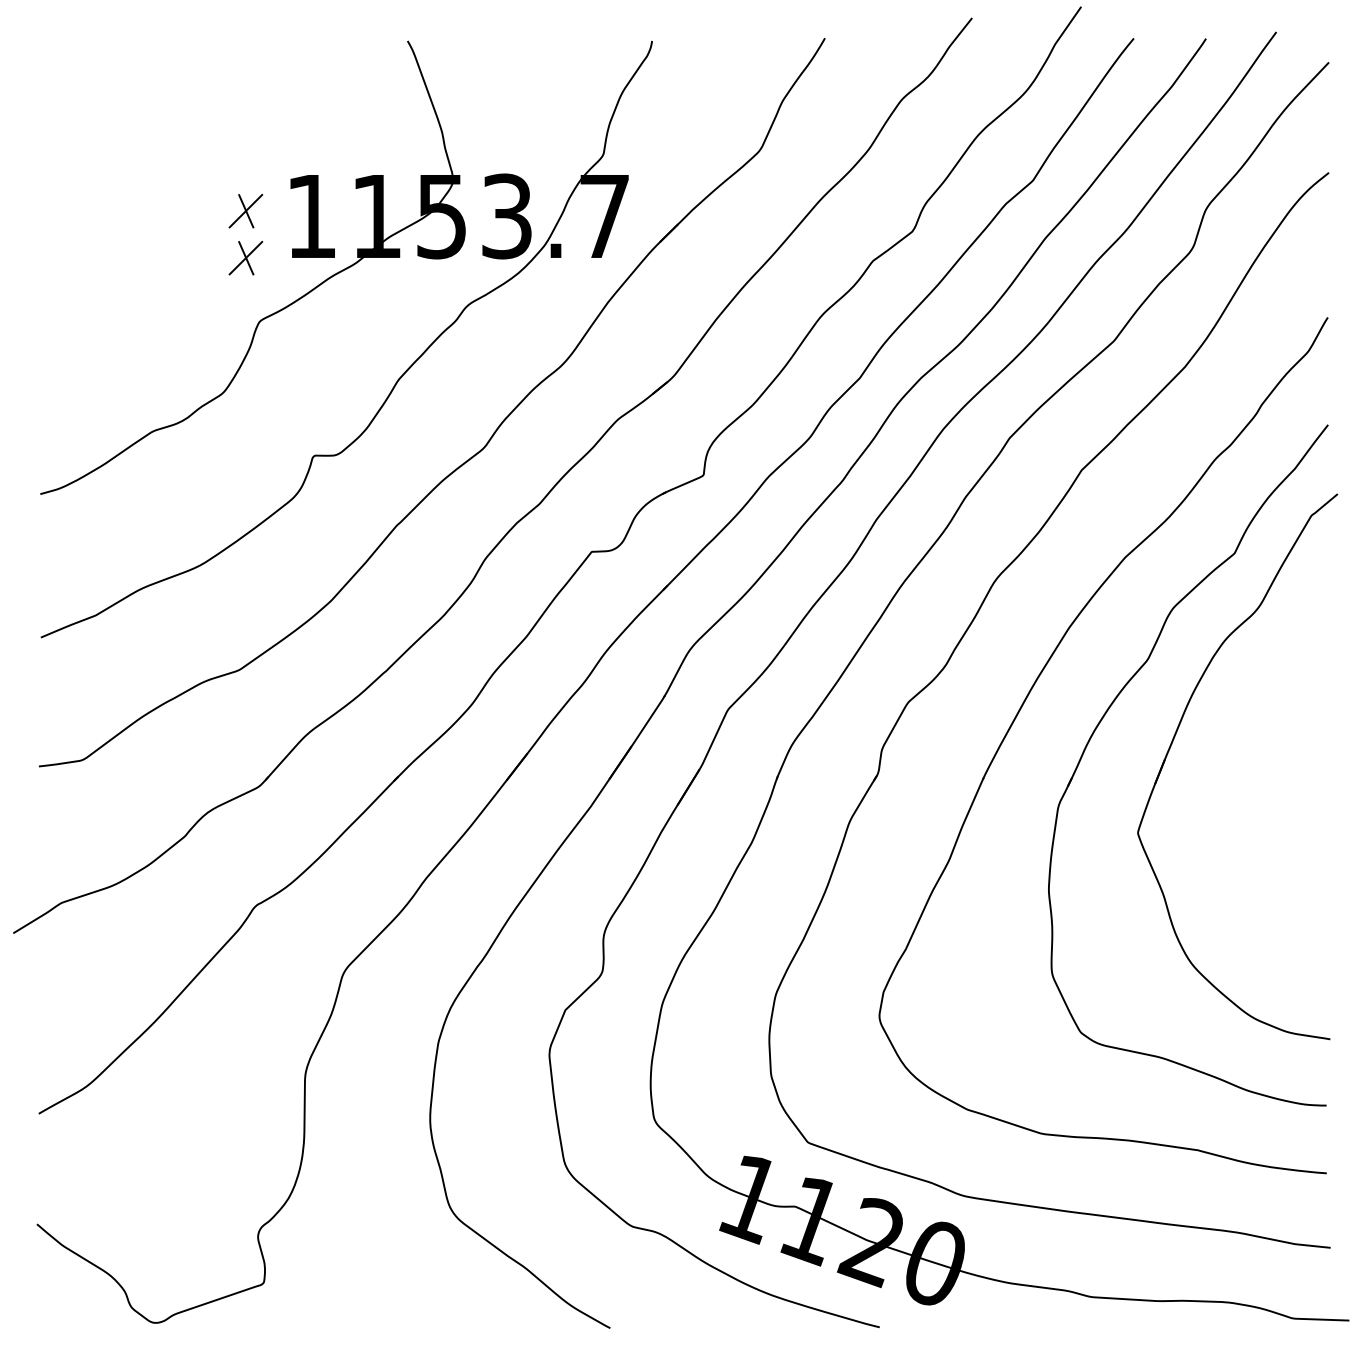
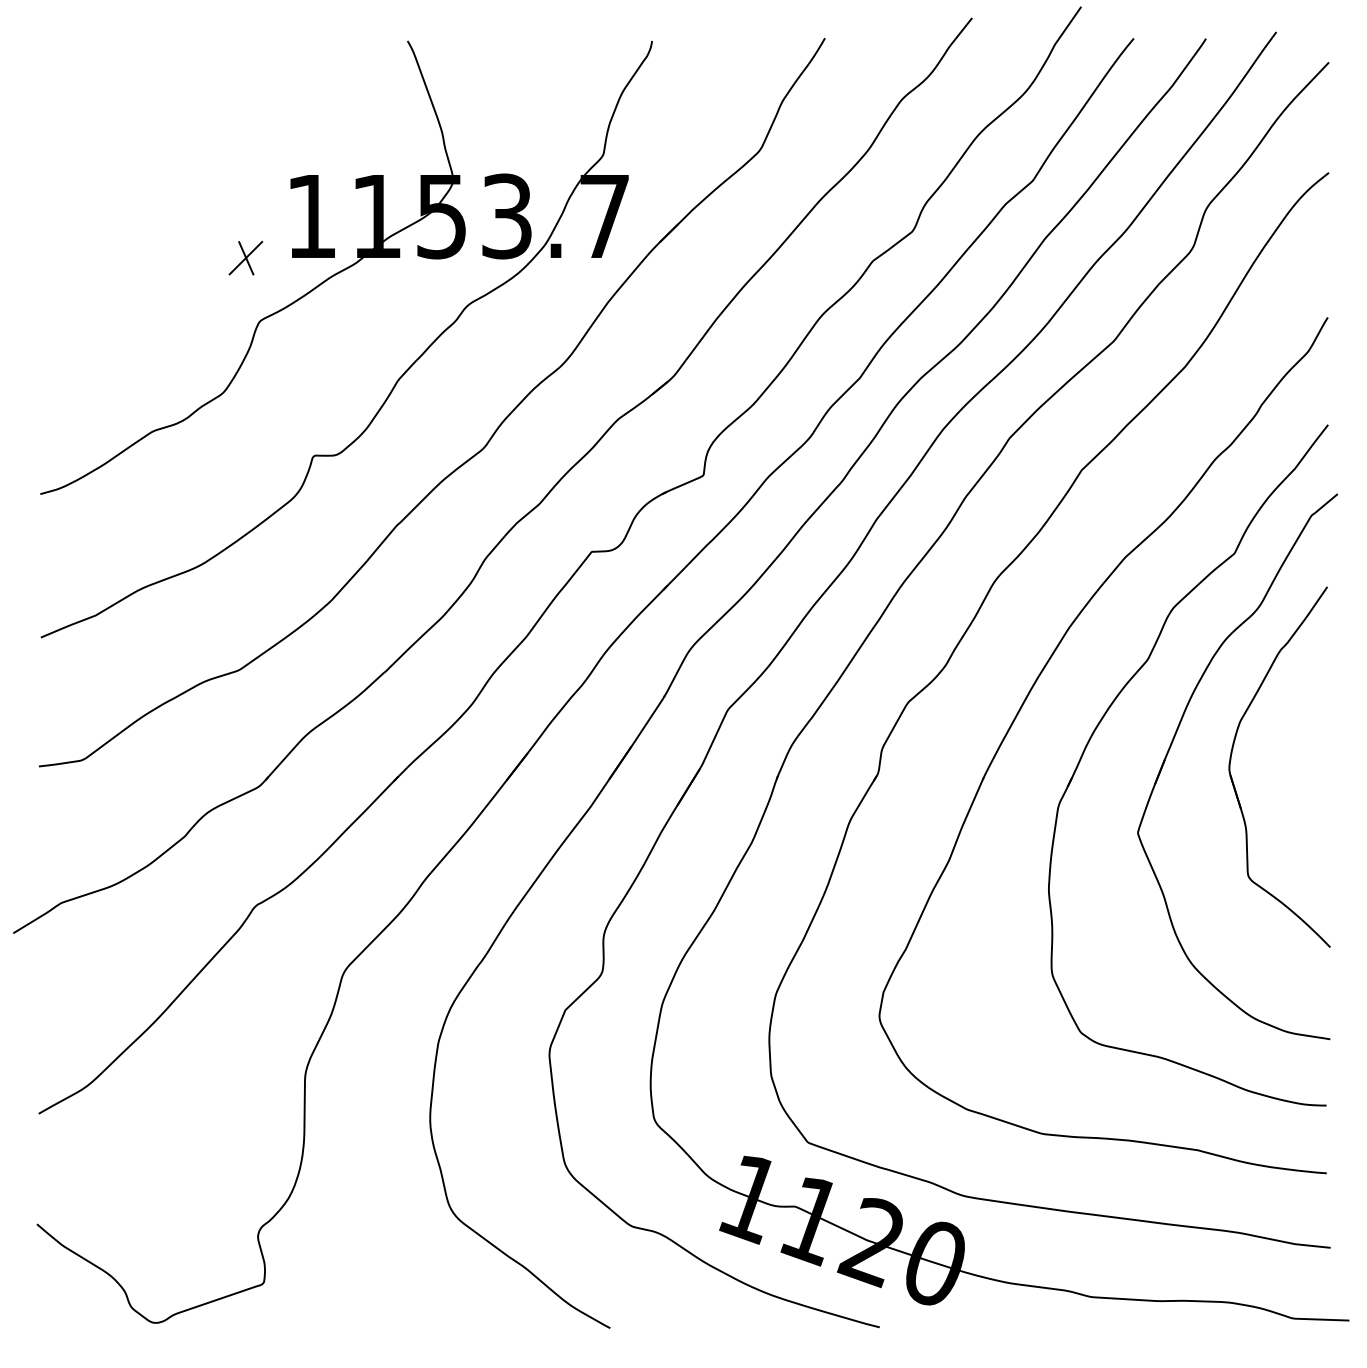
part at (245, 211): present -> none
part at (1233, 780): none -> present
